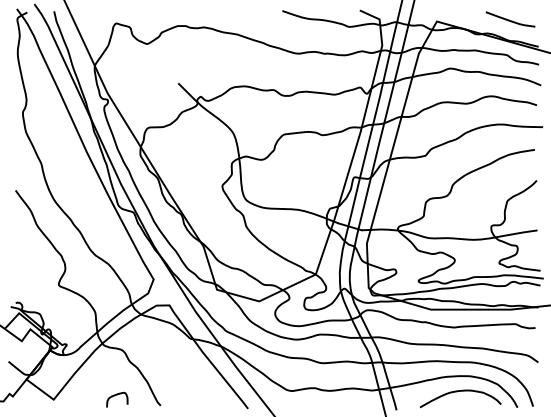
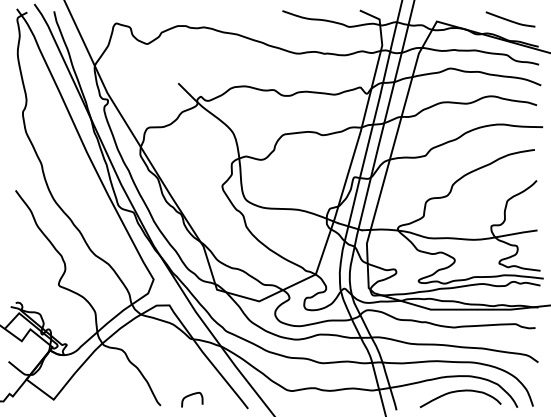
curve at (117, 395) position: (117, 395) -> (192, 395)
